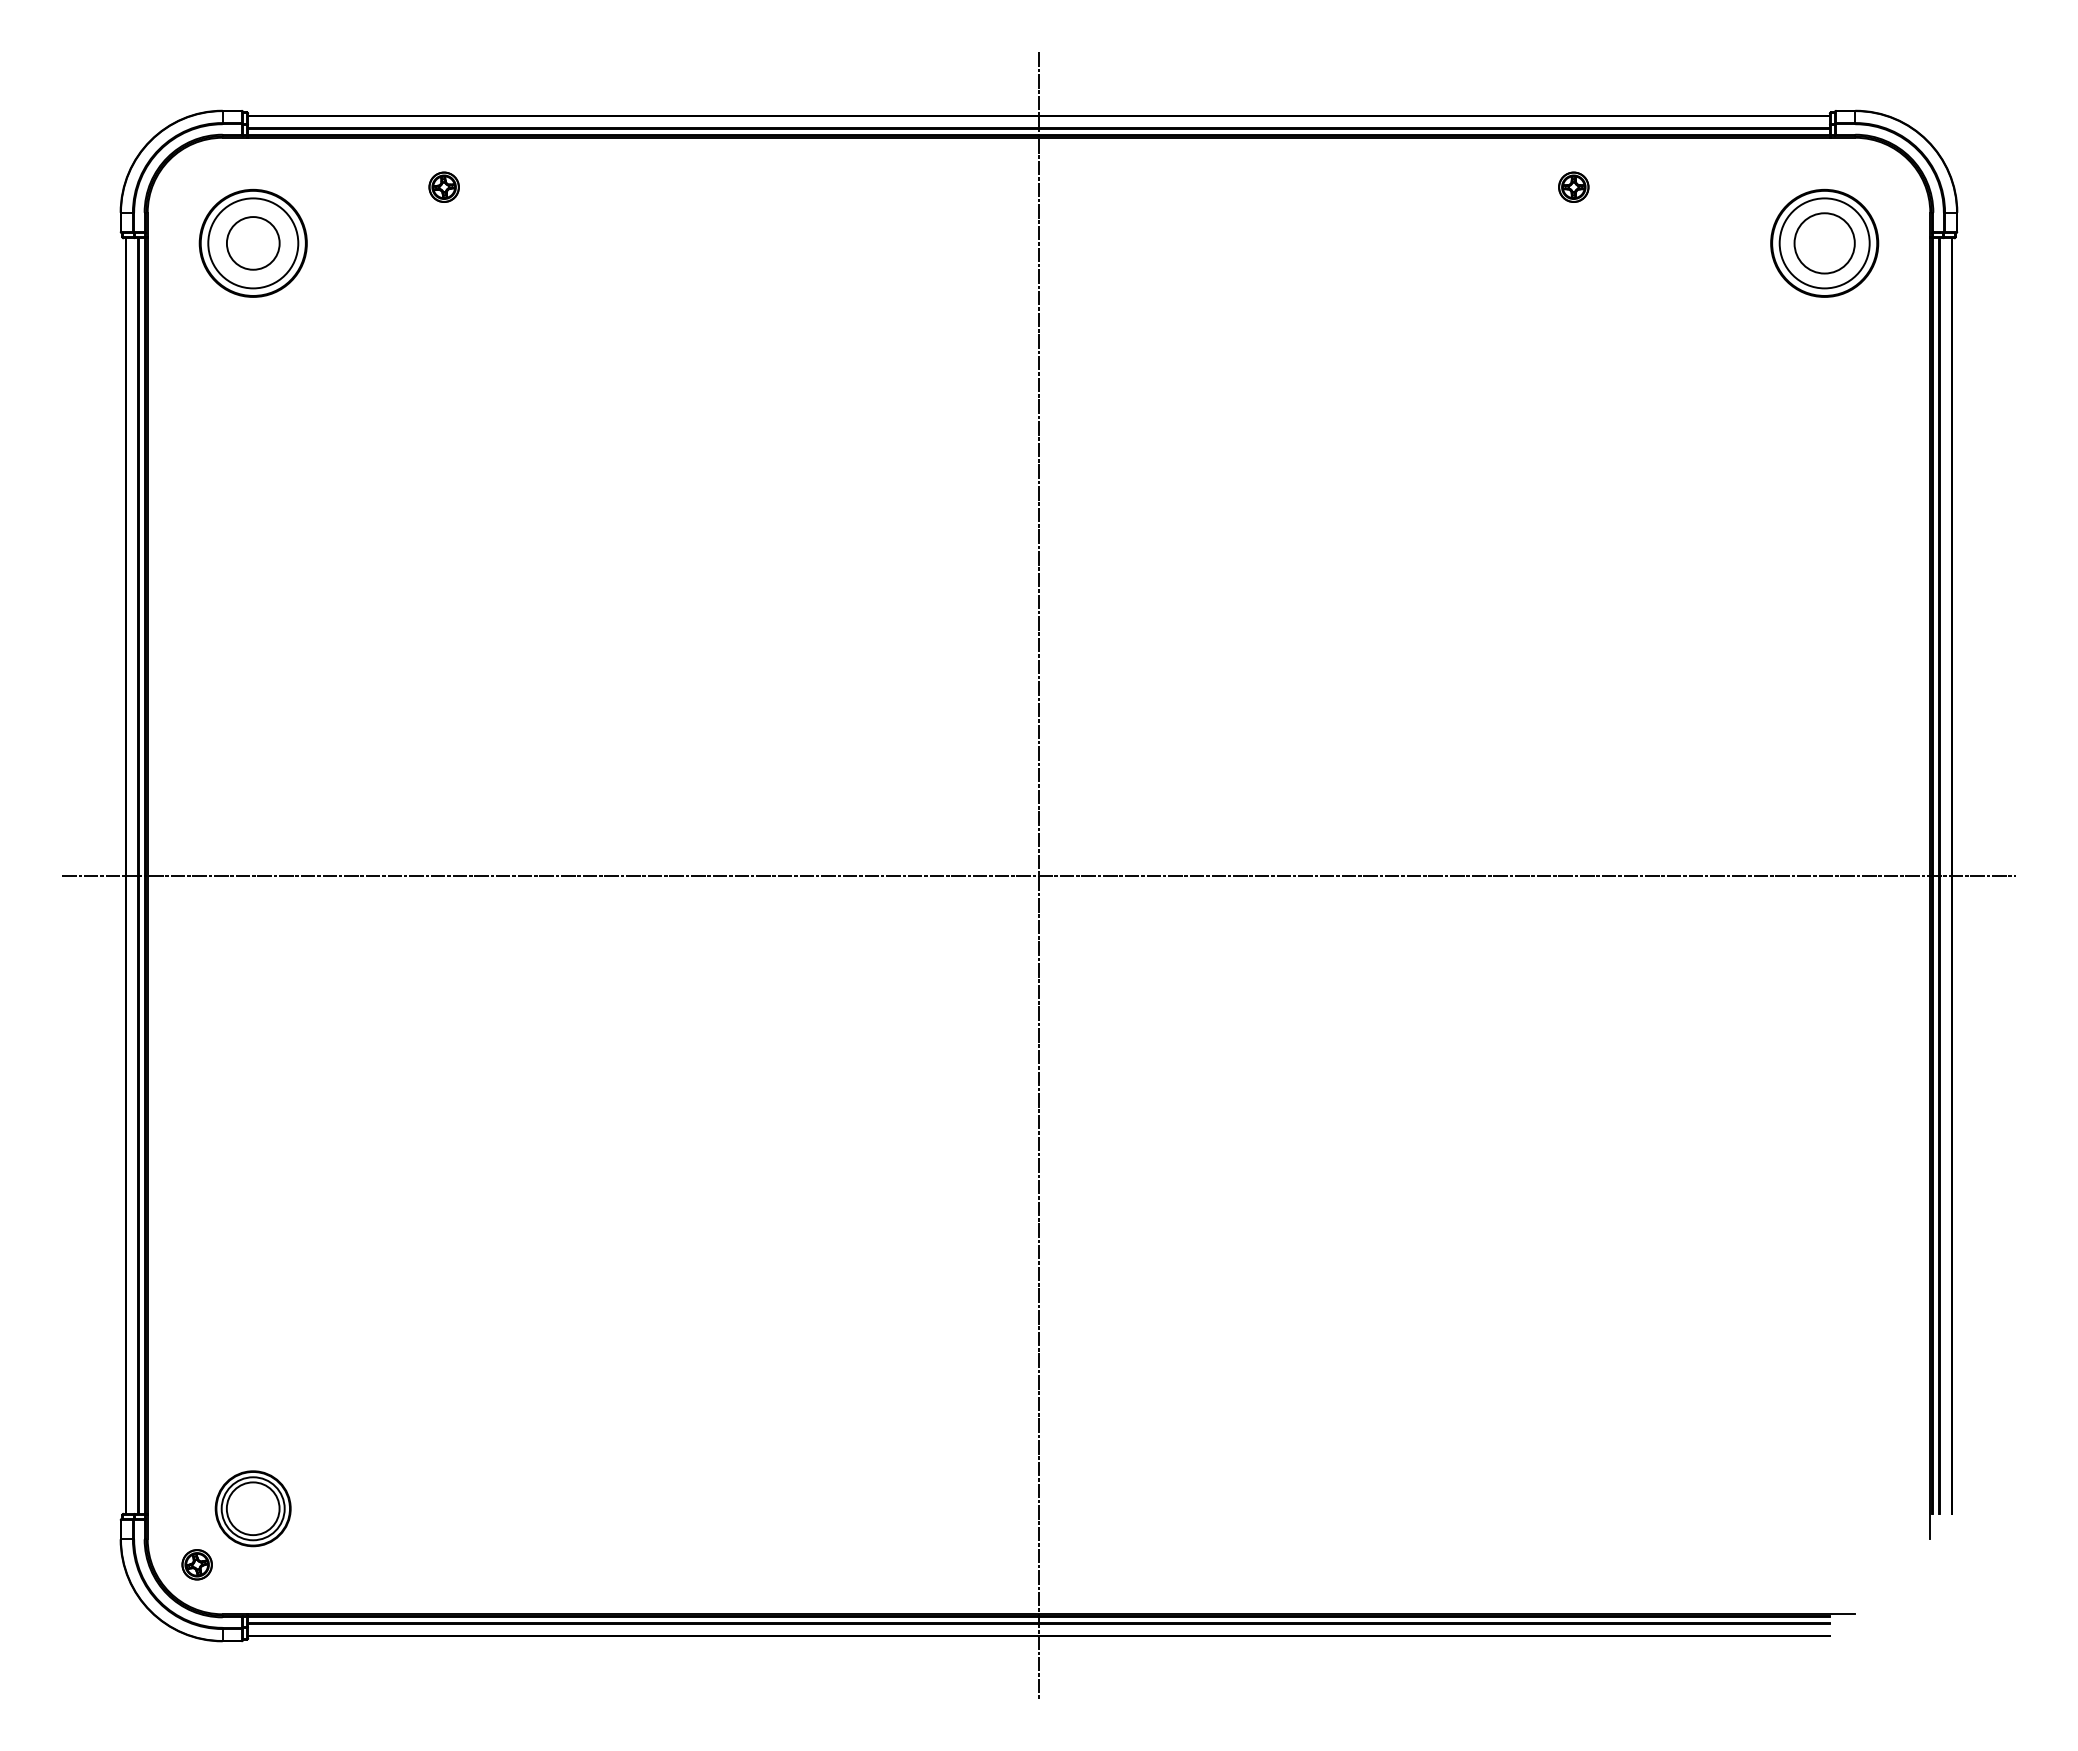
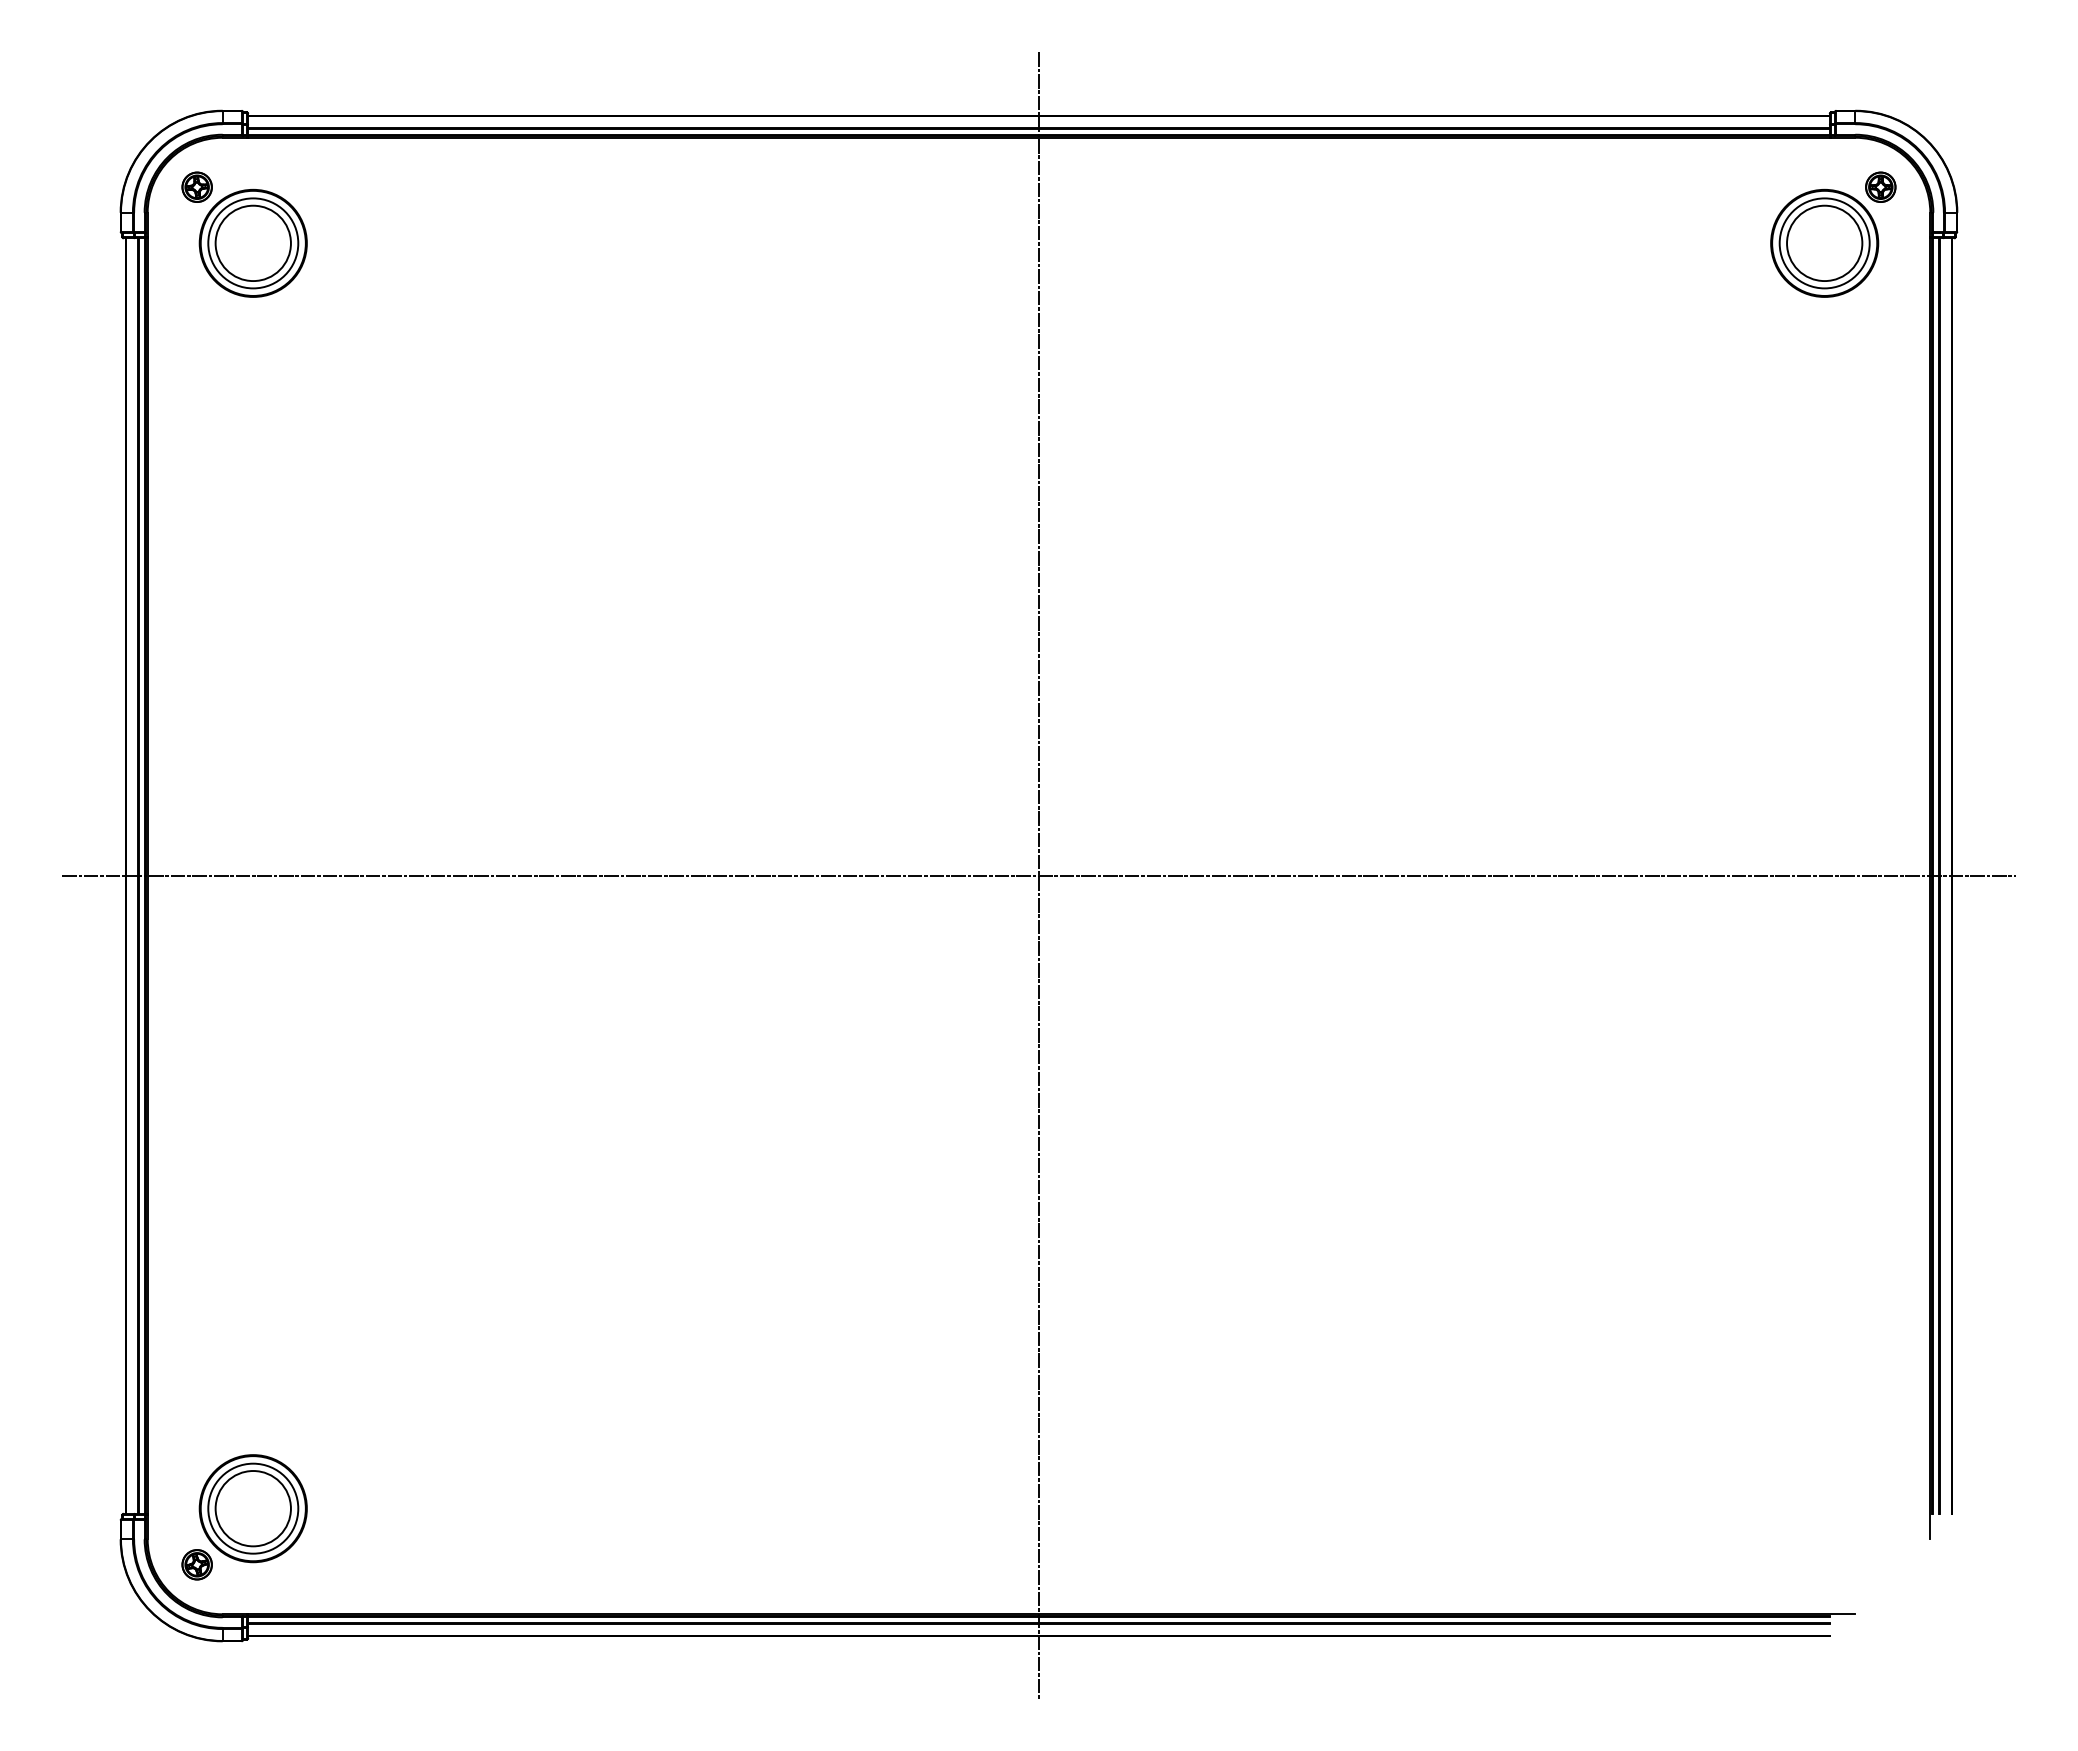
part at (443, 186) position: (443, 186) -> (196, 186)
part at (1573, 186) position: (1573, 186) -> (1880, 186)
circle at (252, 243) diameter: 53 px -> 75 px
circle at (1824, 243) diameter: 60 px -> 75 px
part at (252, 1508) size: 78x78 px -> 110x110 px
